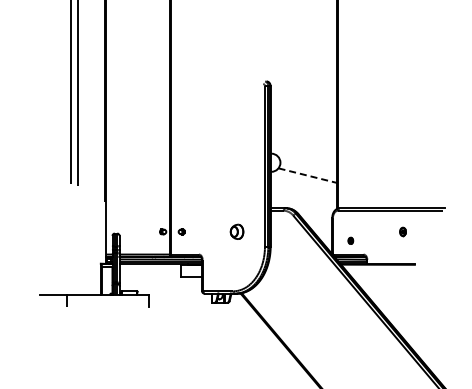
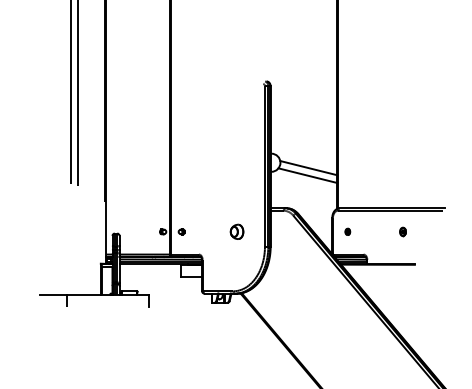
line at (308, 168): none -> present
line at (308, 175): dashed -> solid
part at (350, 240) position: (350, 240) -> (347, 231)
